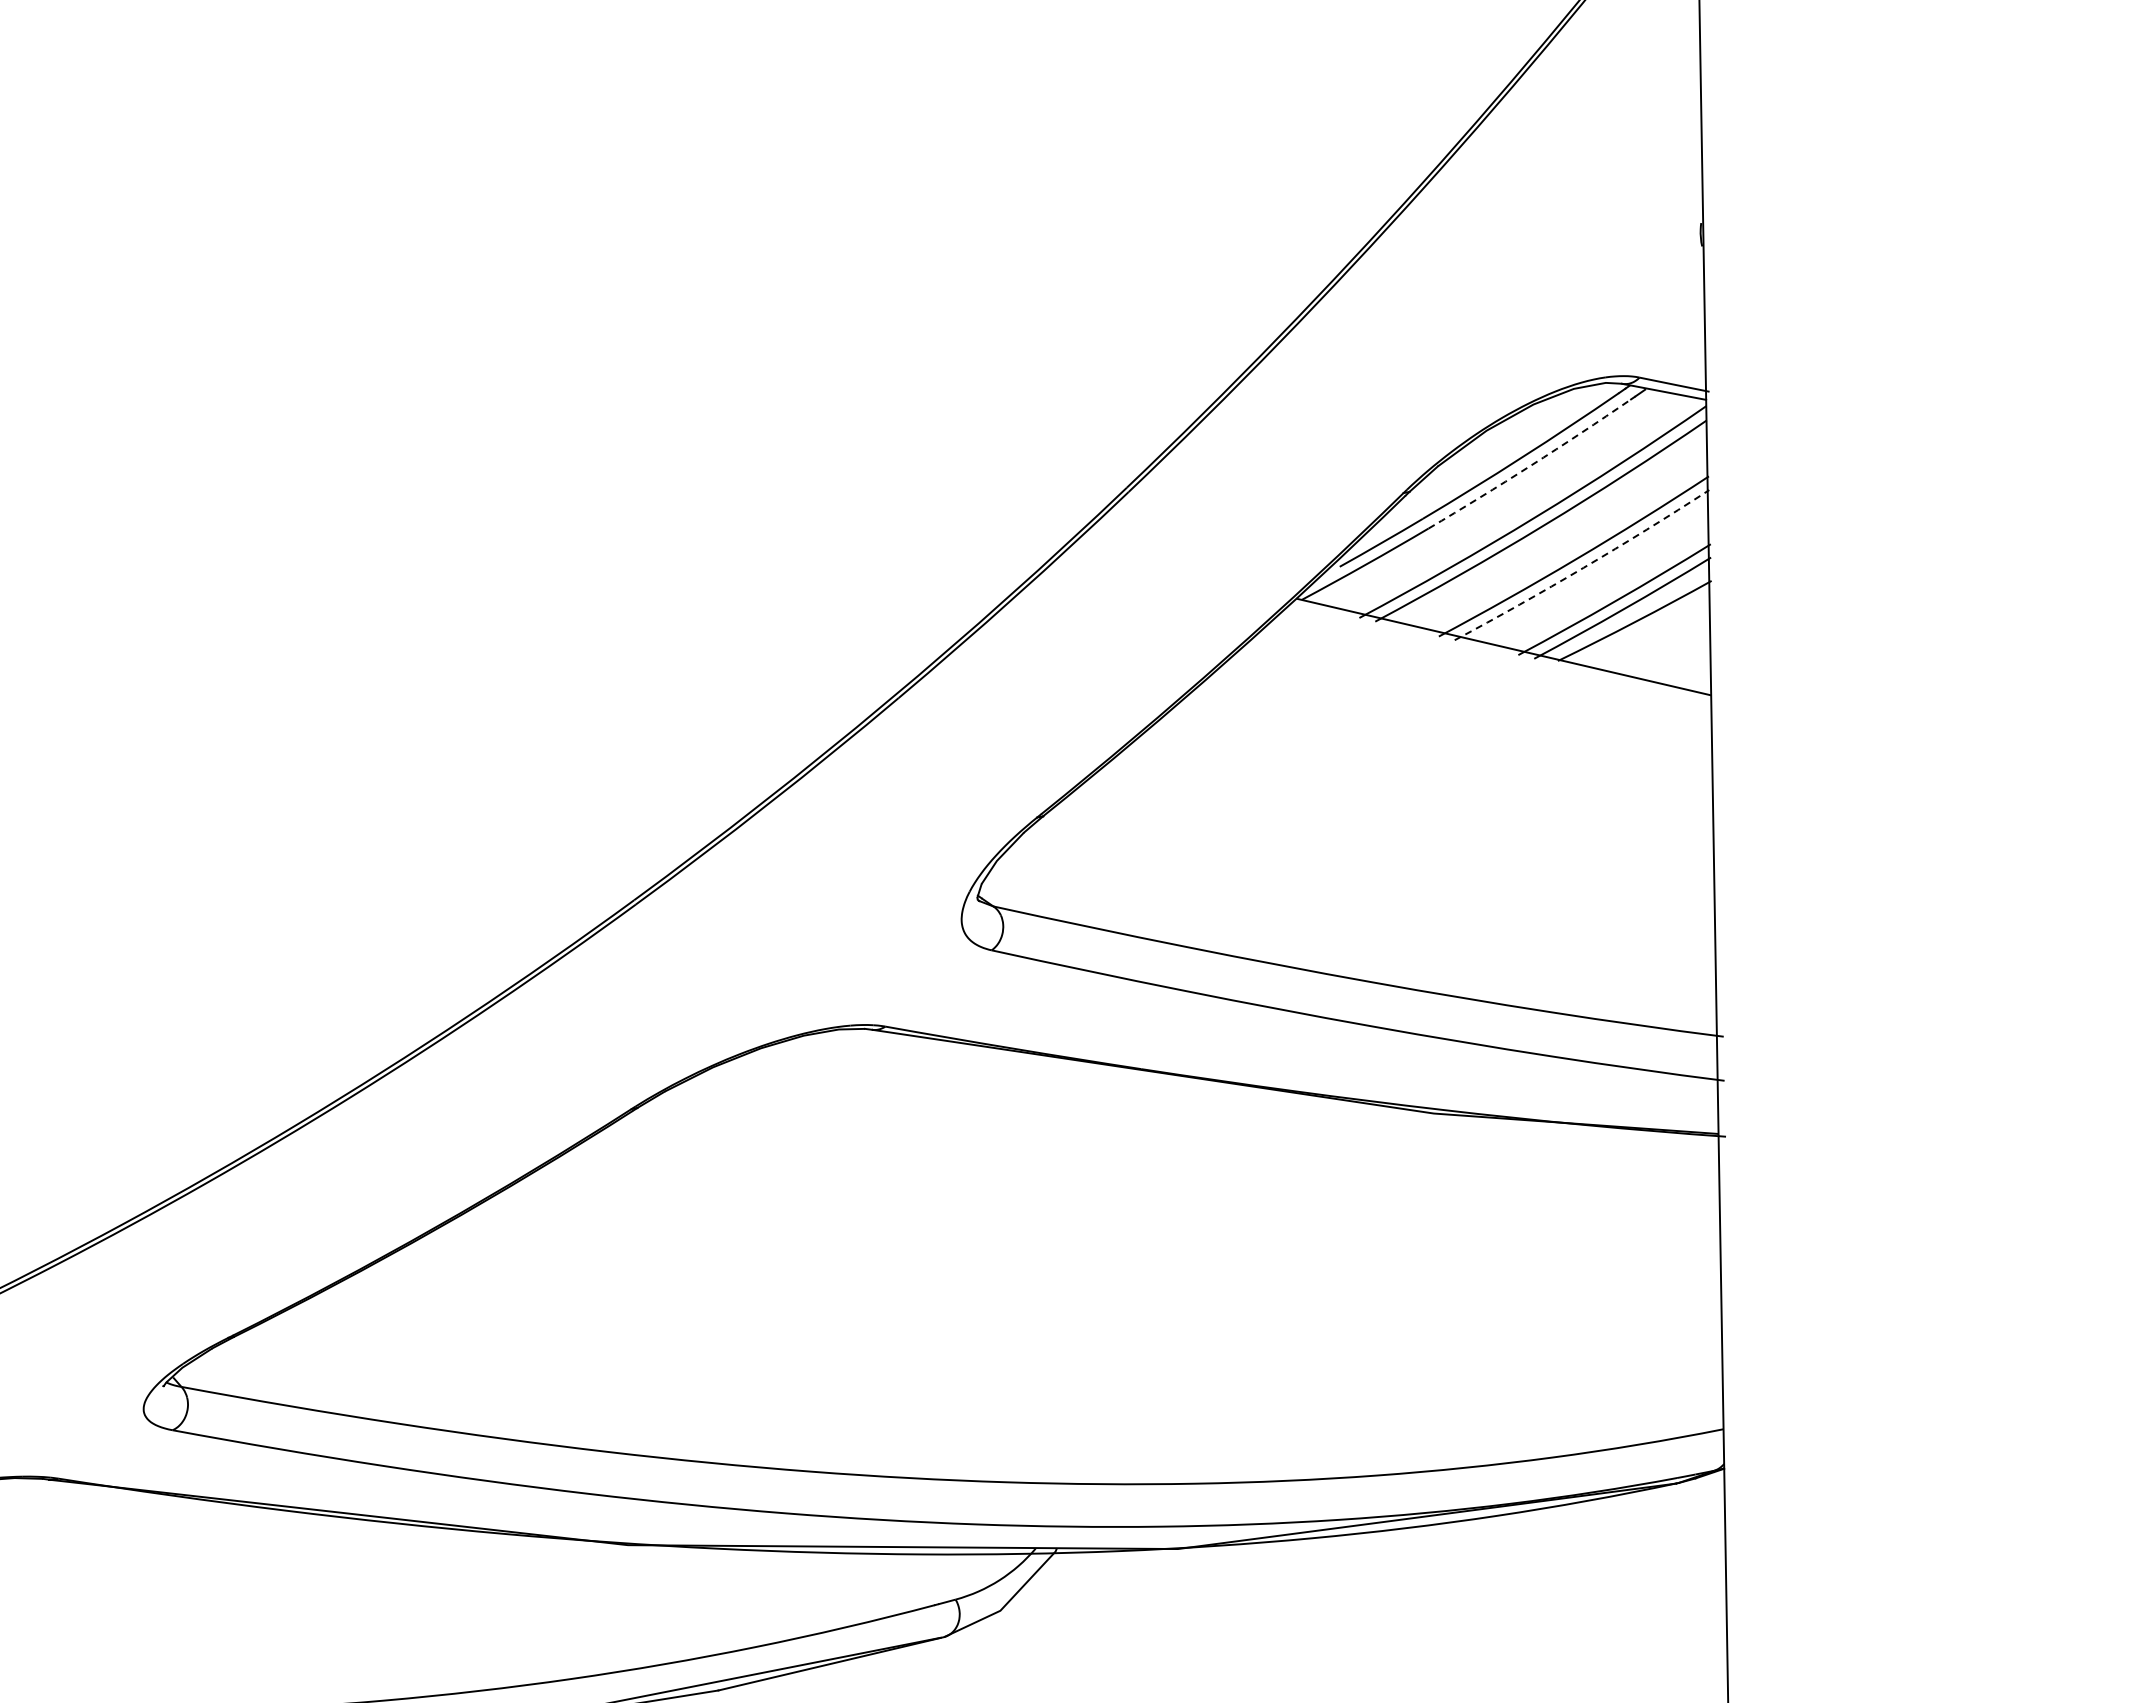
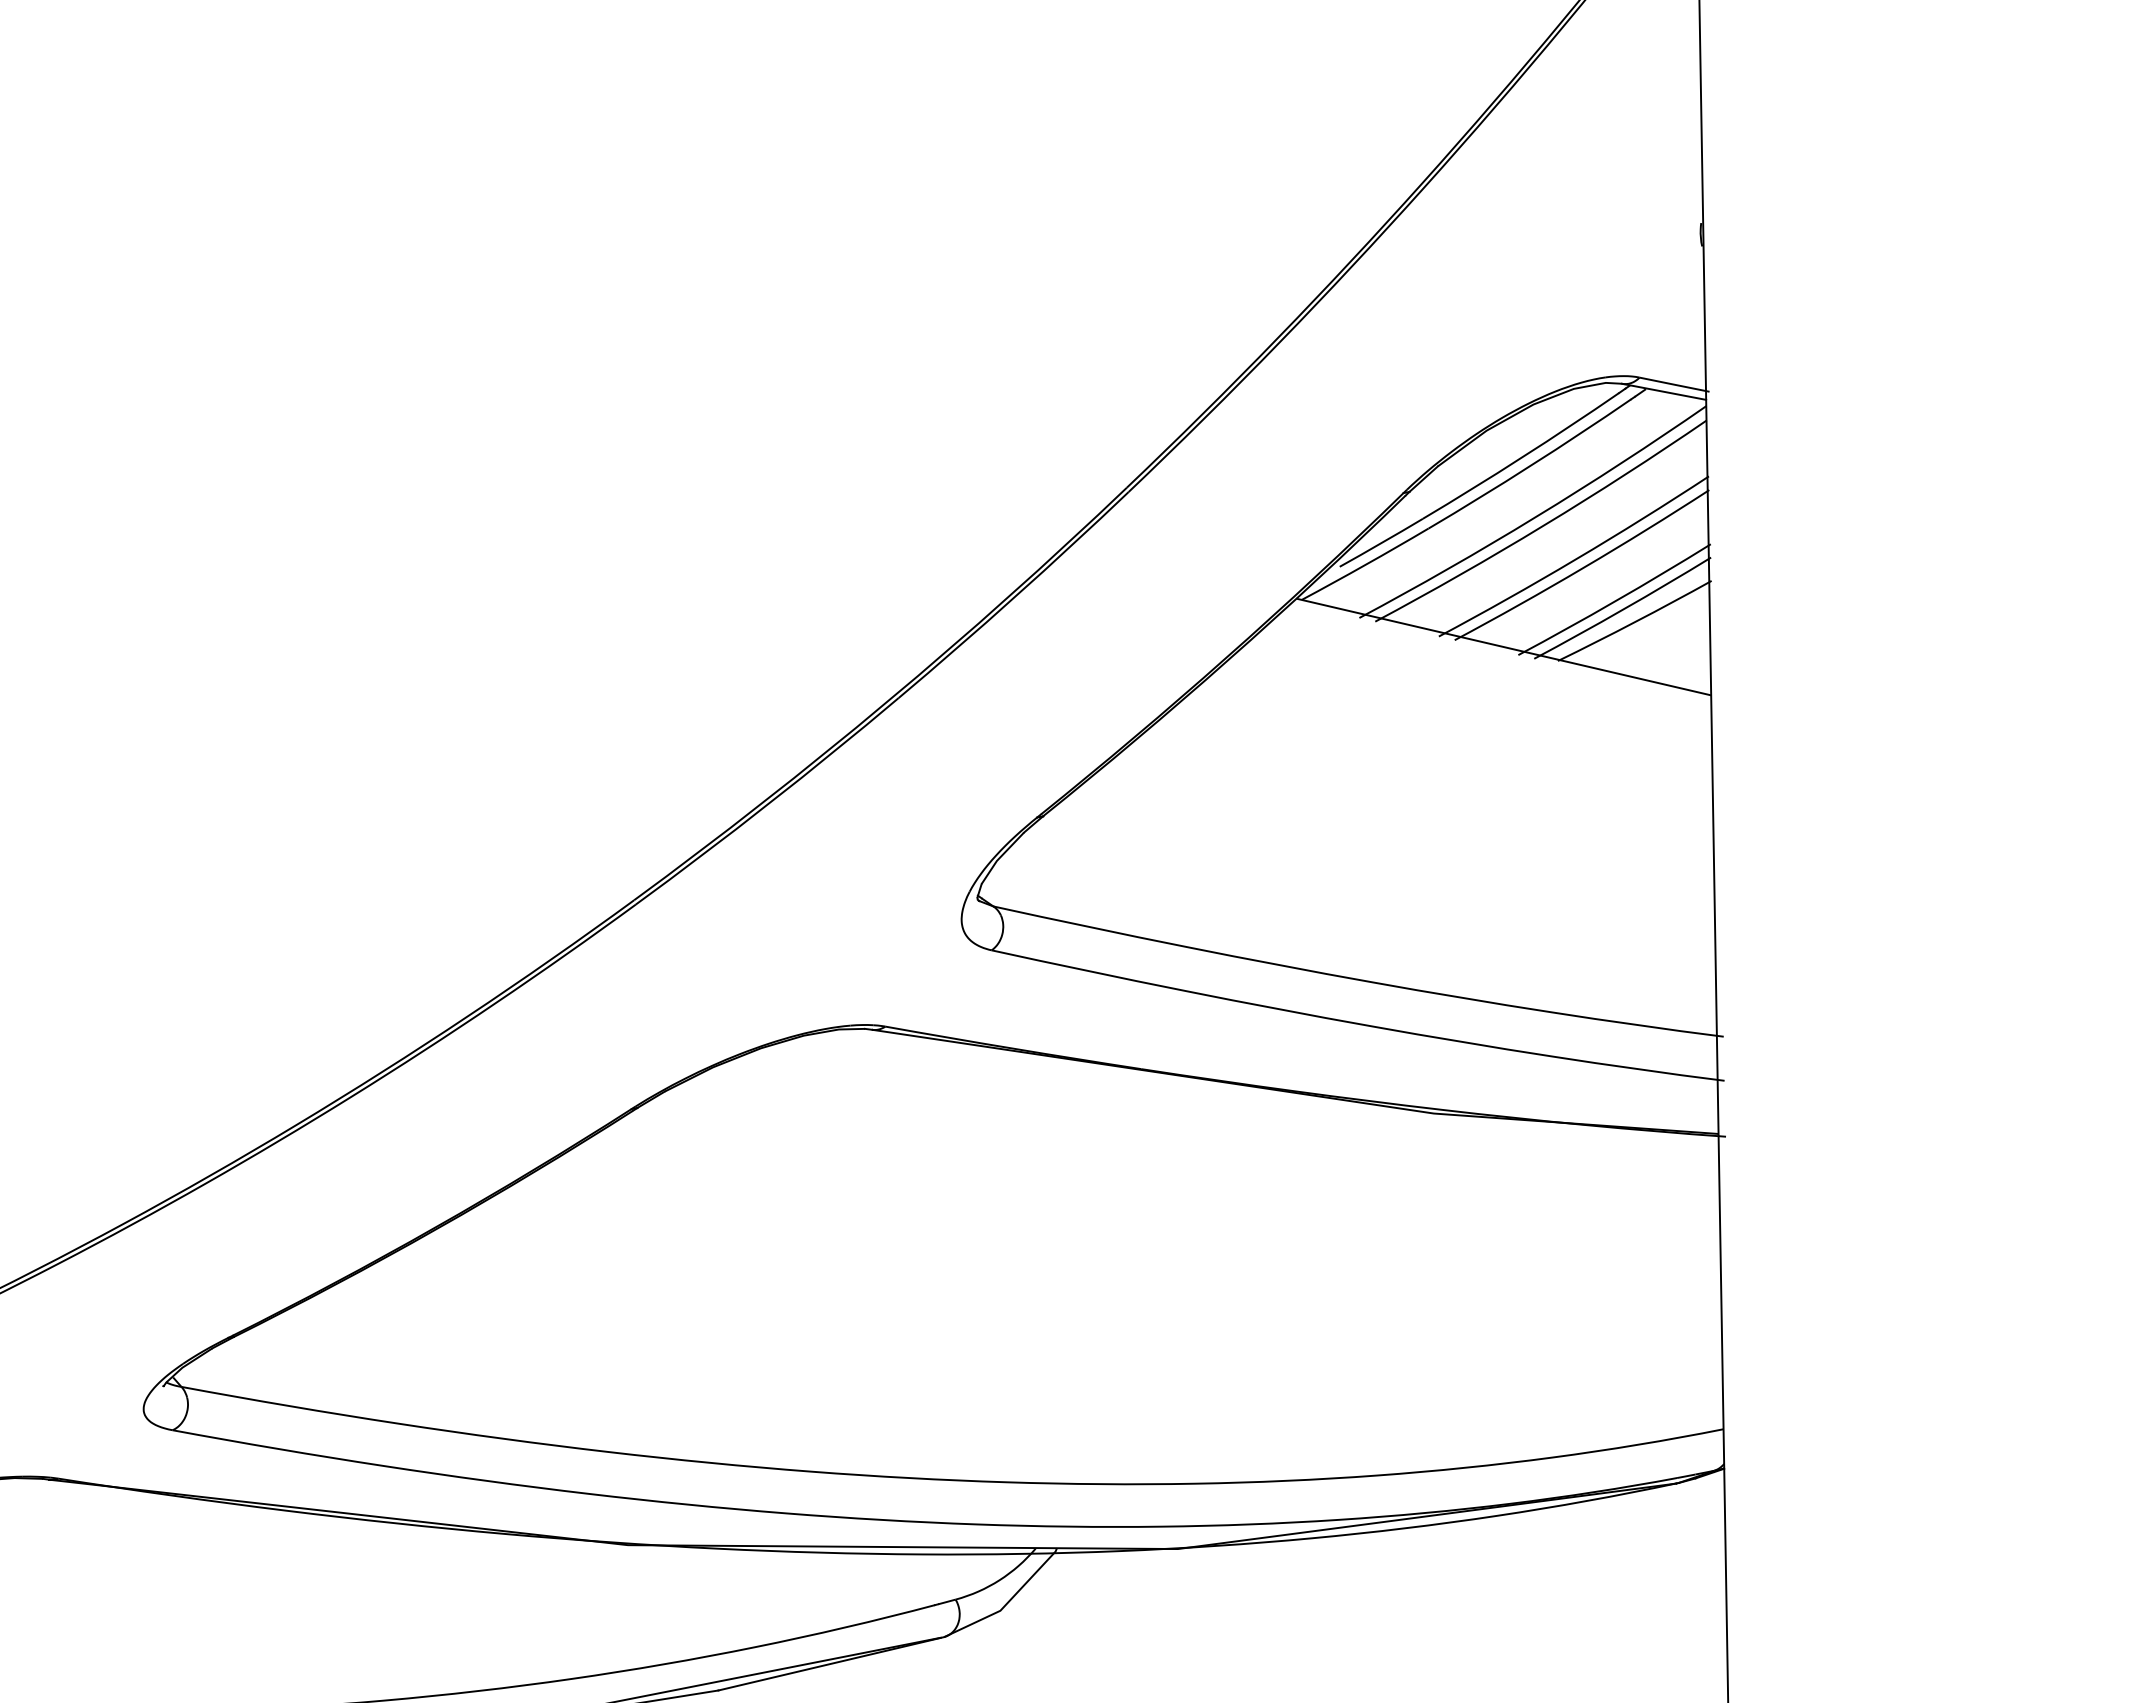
arc at (1530, 465): dashed -> solid
arc at (1583, 567): dashed -> solid
